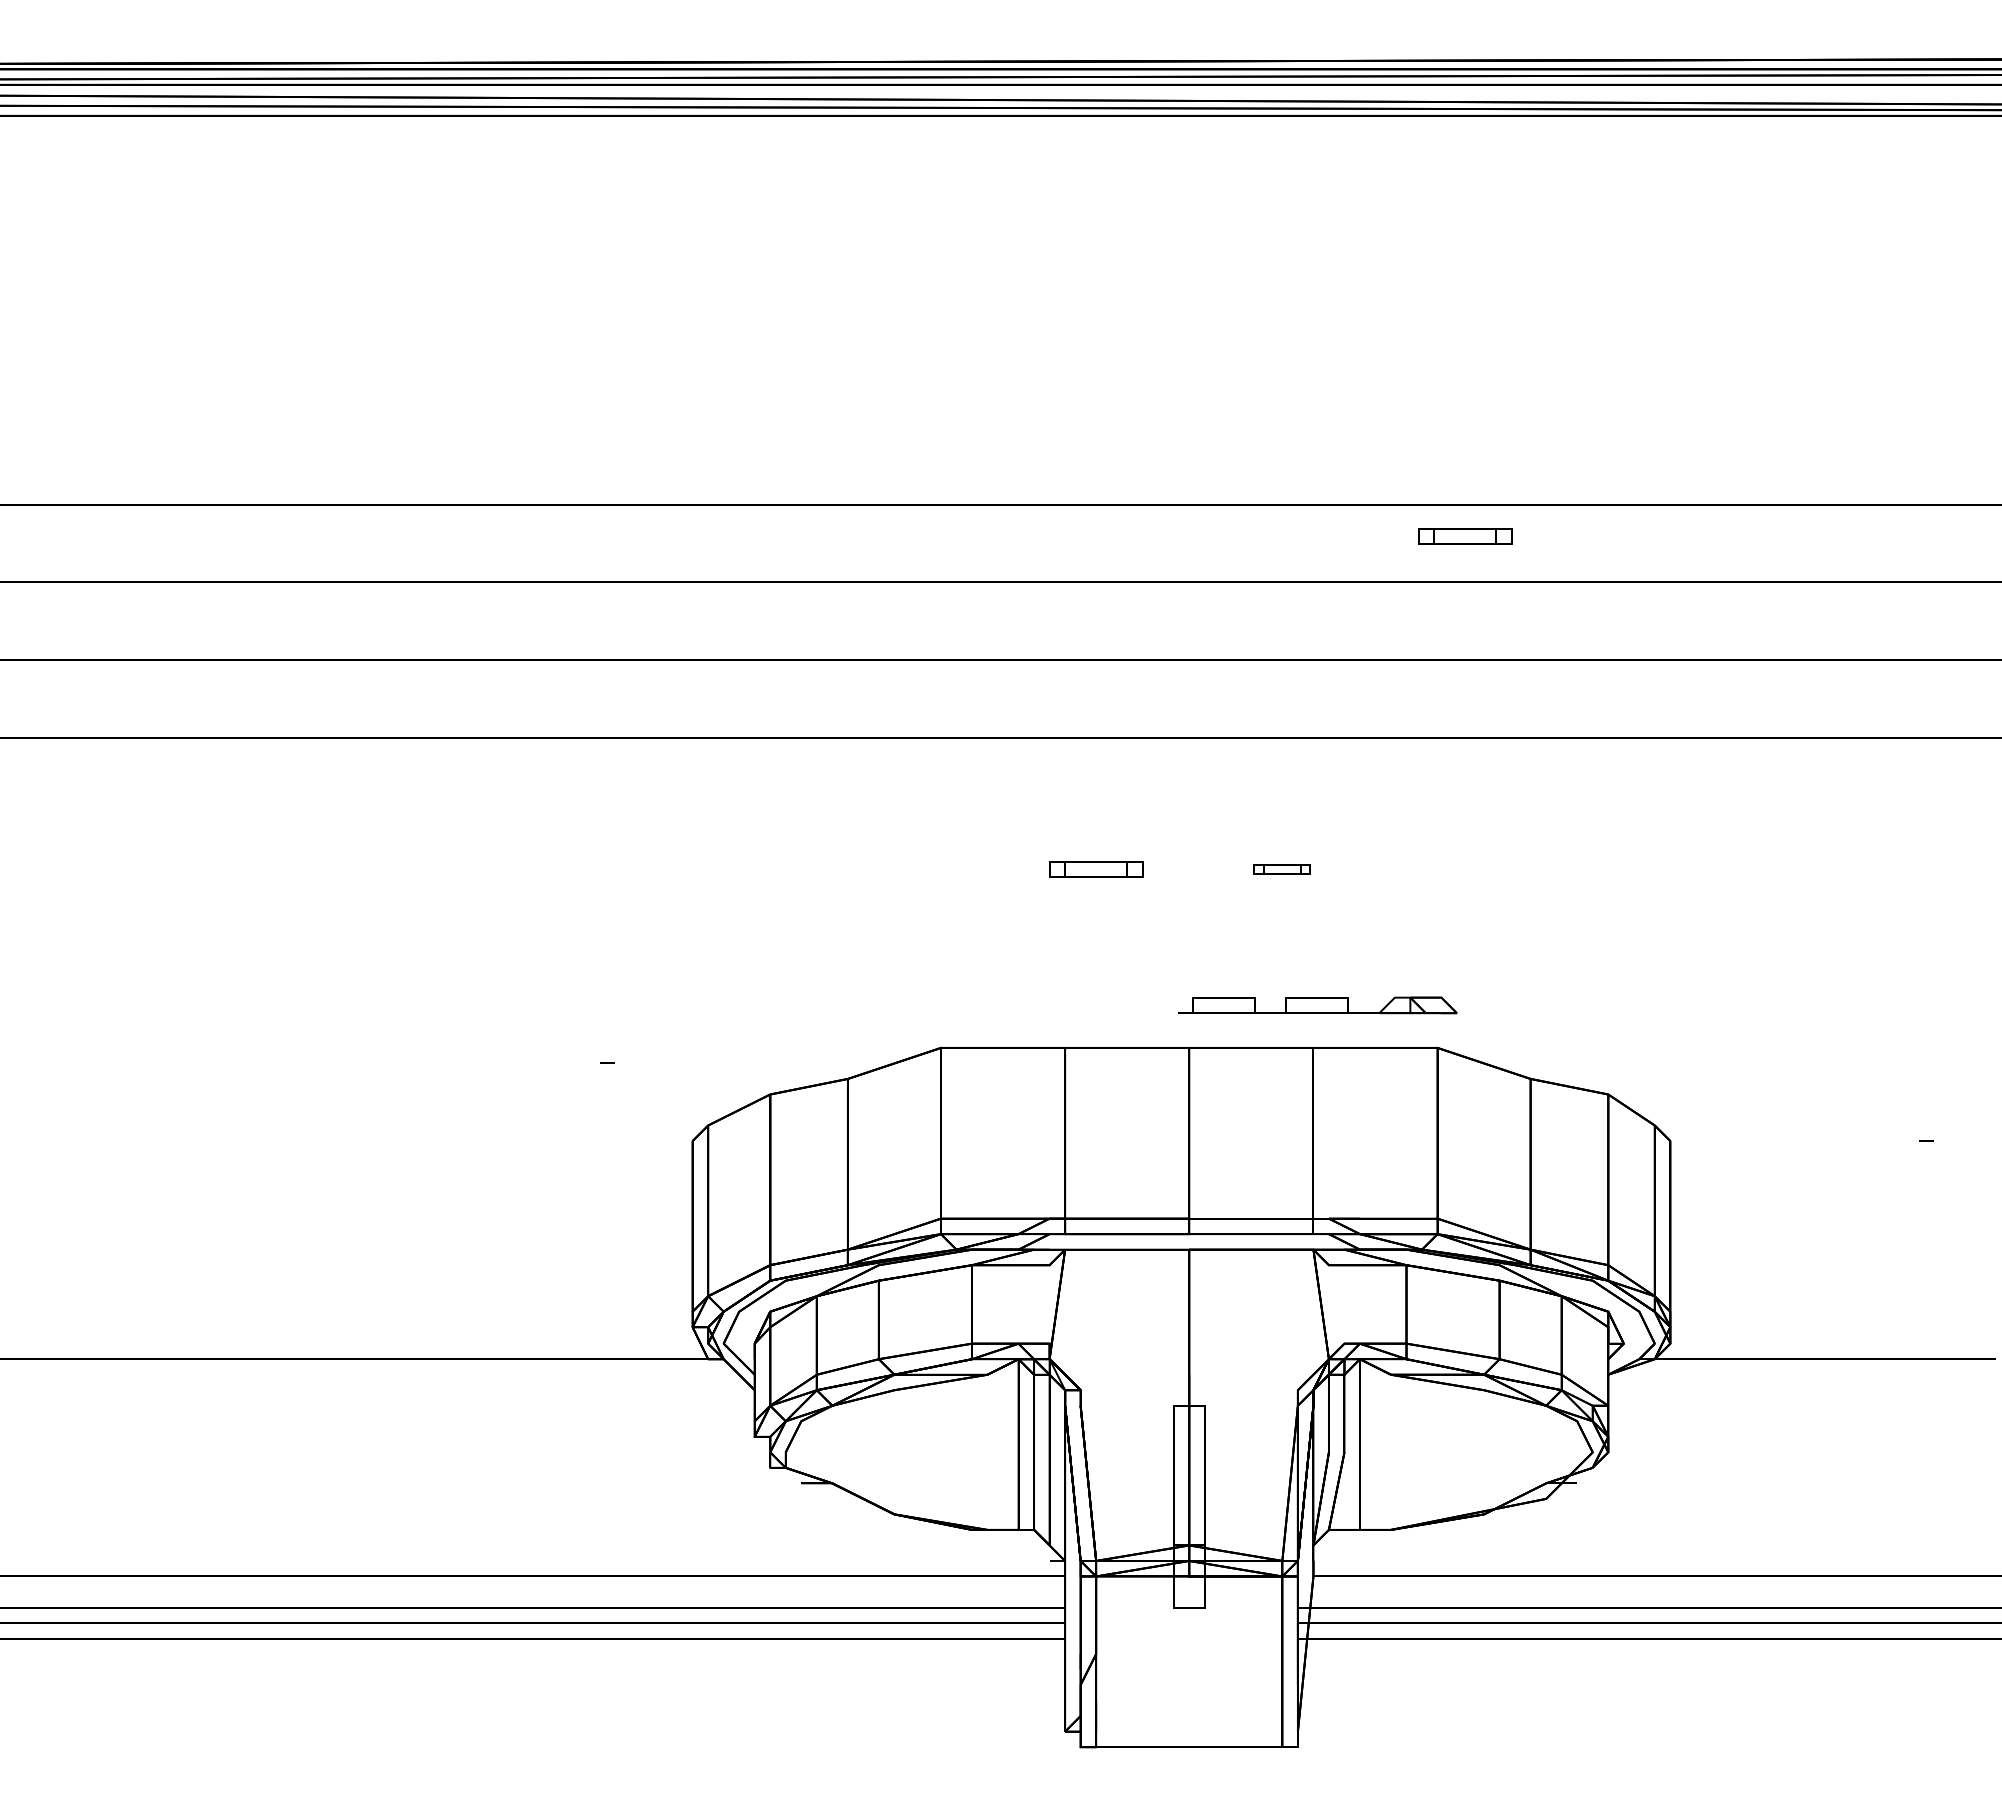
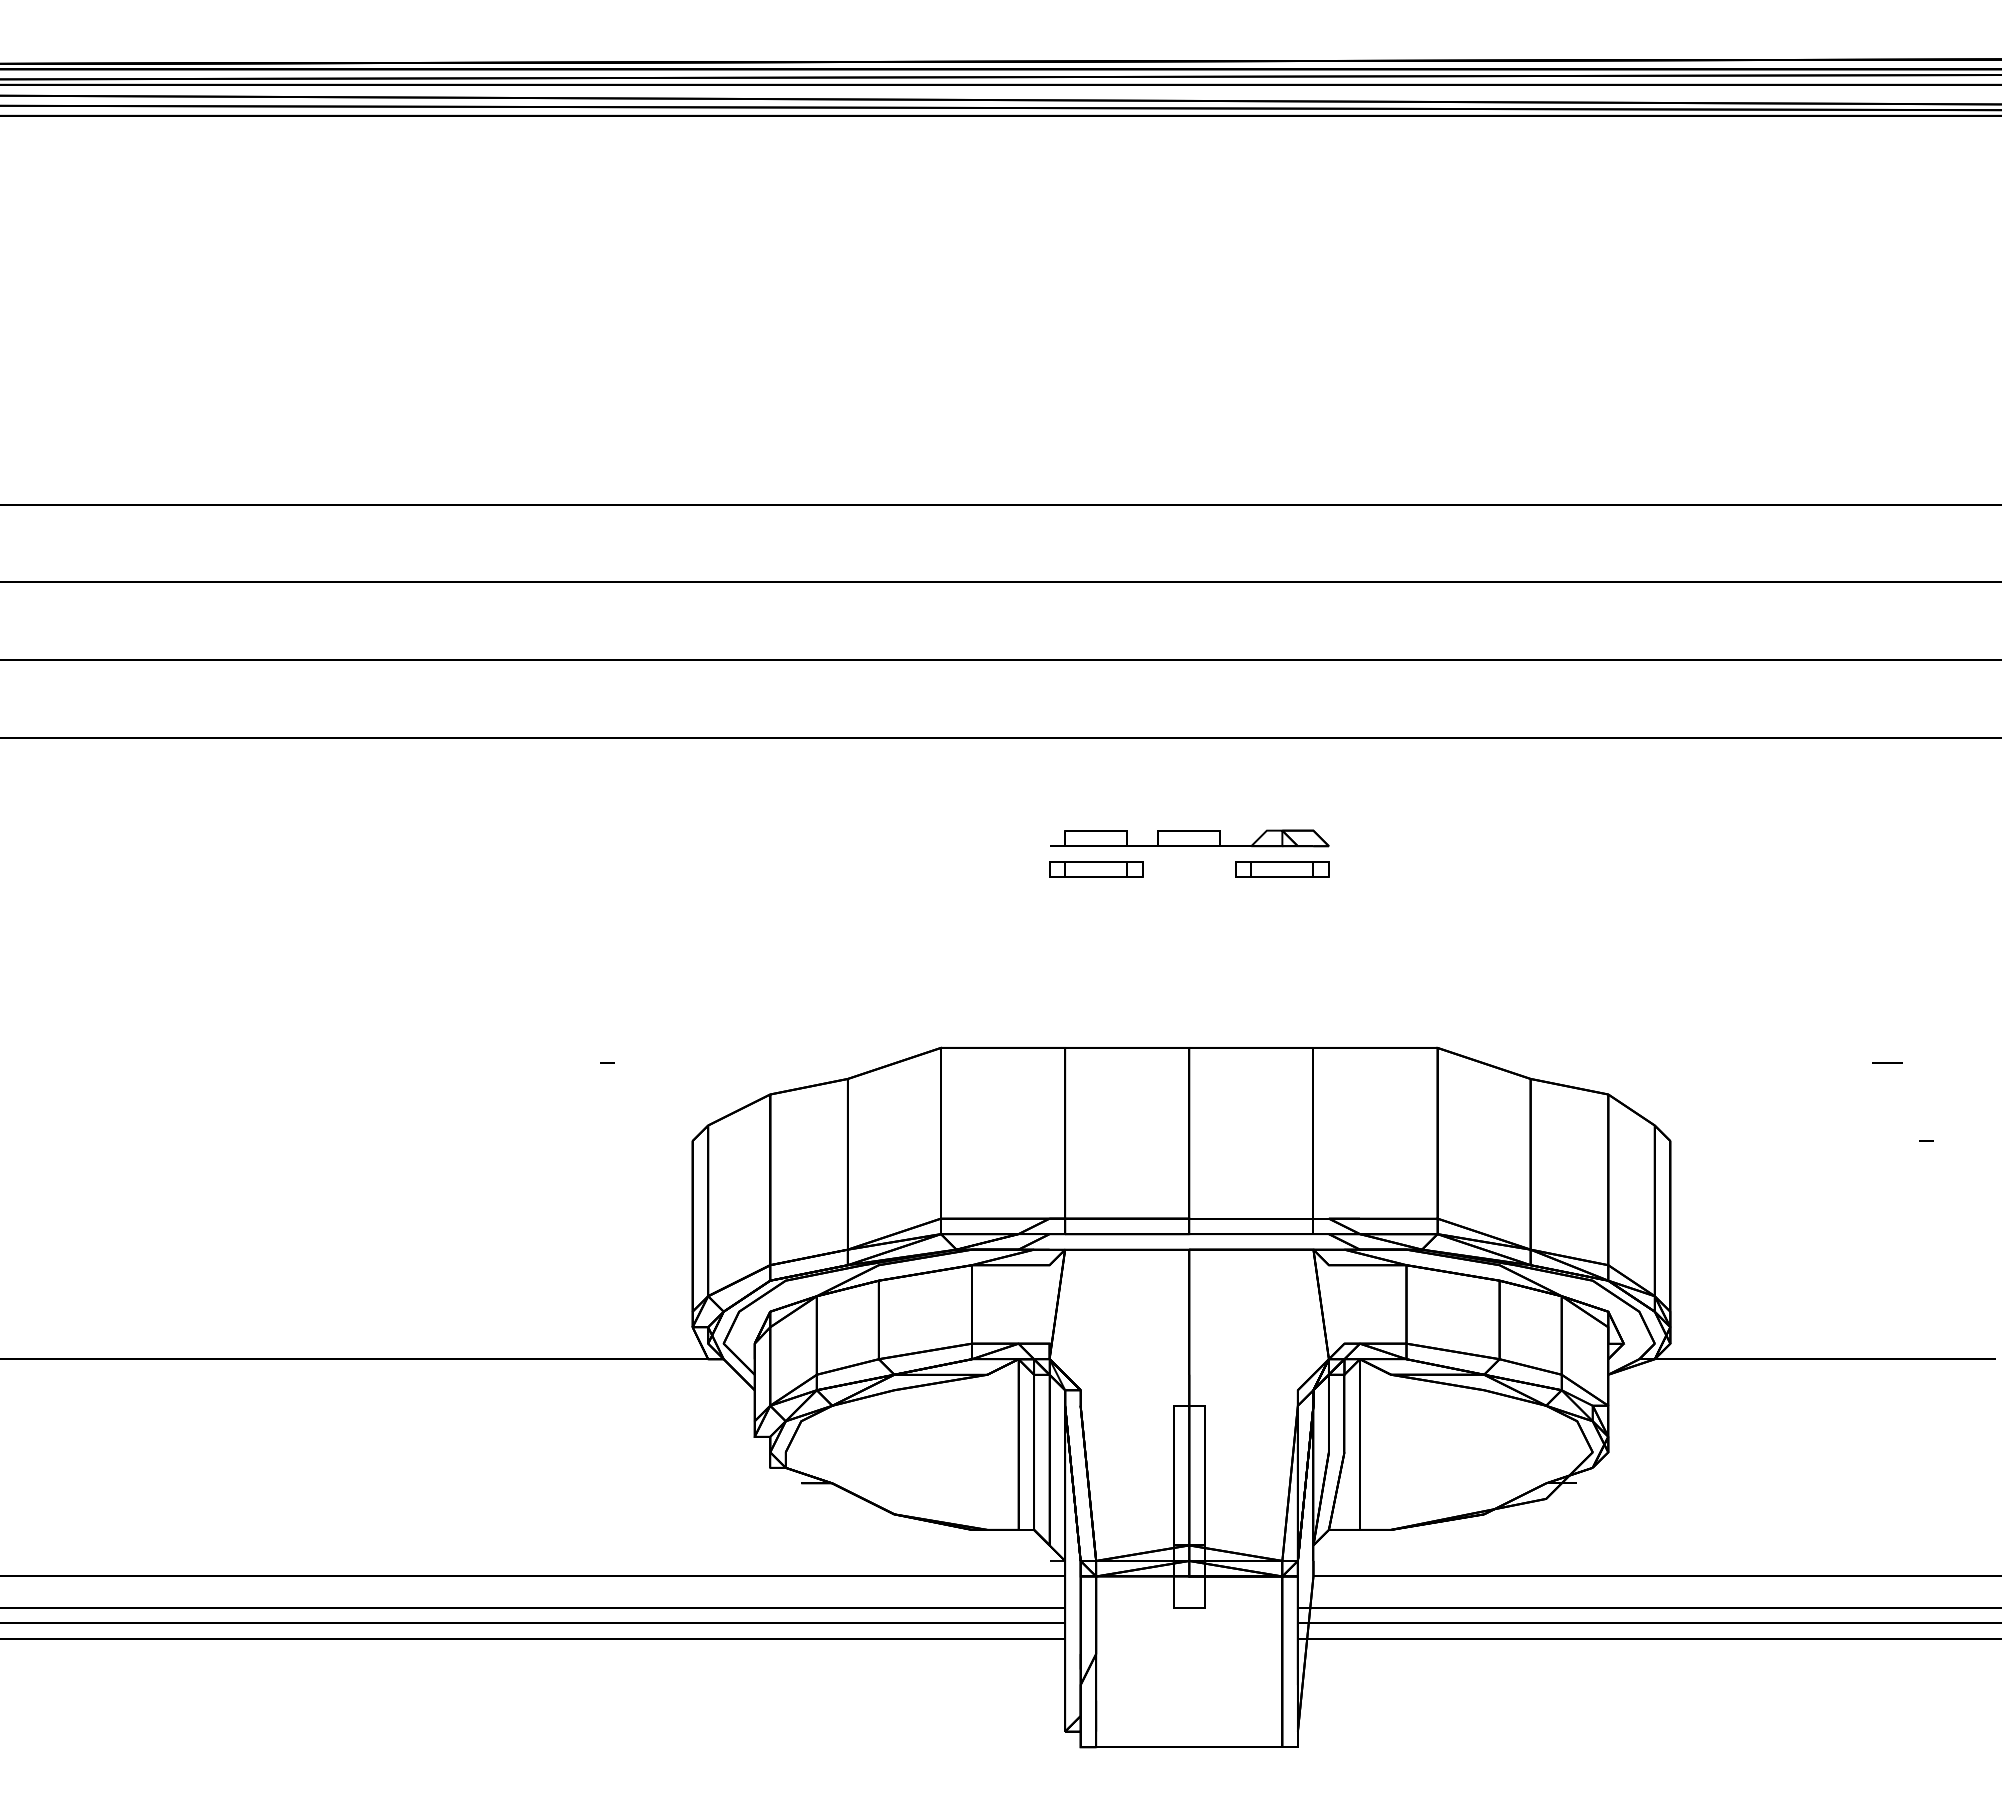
part at (1465, 536): present -> none
part at (1281, 869) size: 58x11 px -> 95x17 px
part at (1317, 1005) position: (1317, 1005) -> (1189, 838)
line at (1887, 1062): none -> present
